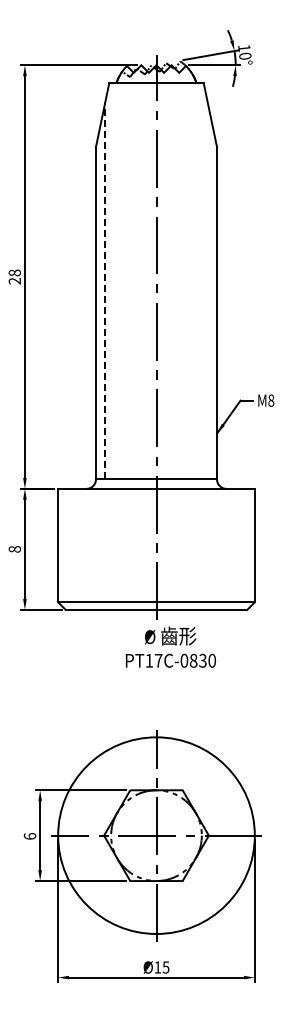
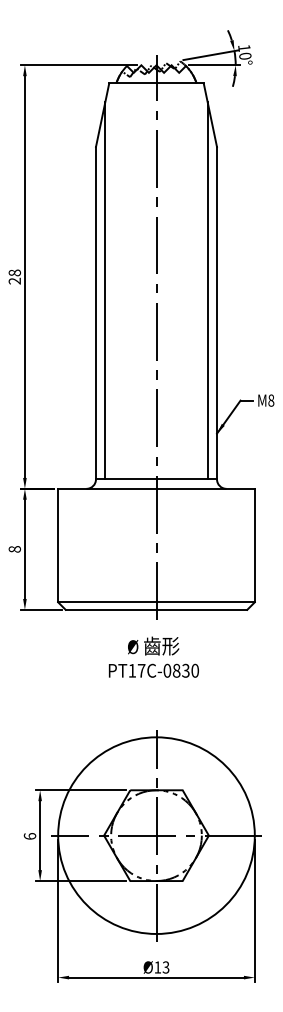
line at (105, 290): dashed -> solid
line at (207, 290): none -> present
text at (170, 646) position: (170, 646) -> (153, 656)
text at (166, 966): Ø15 -> Ø13
